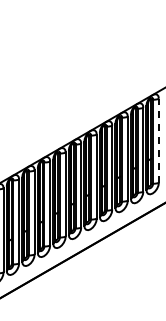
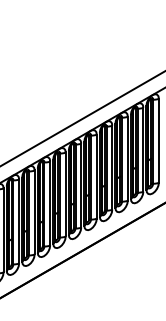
line at (82, 118): none -> present
line at (158, 140): dashed -> solid
